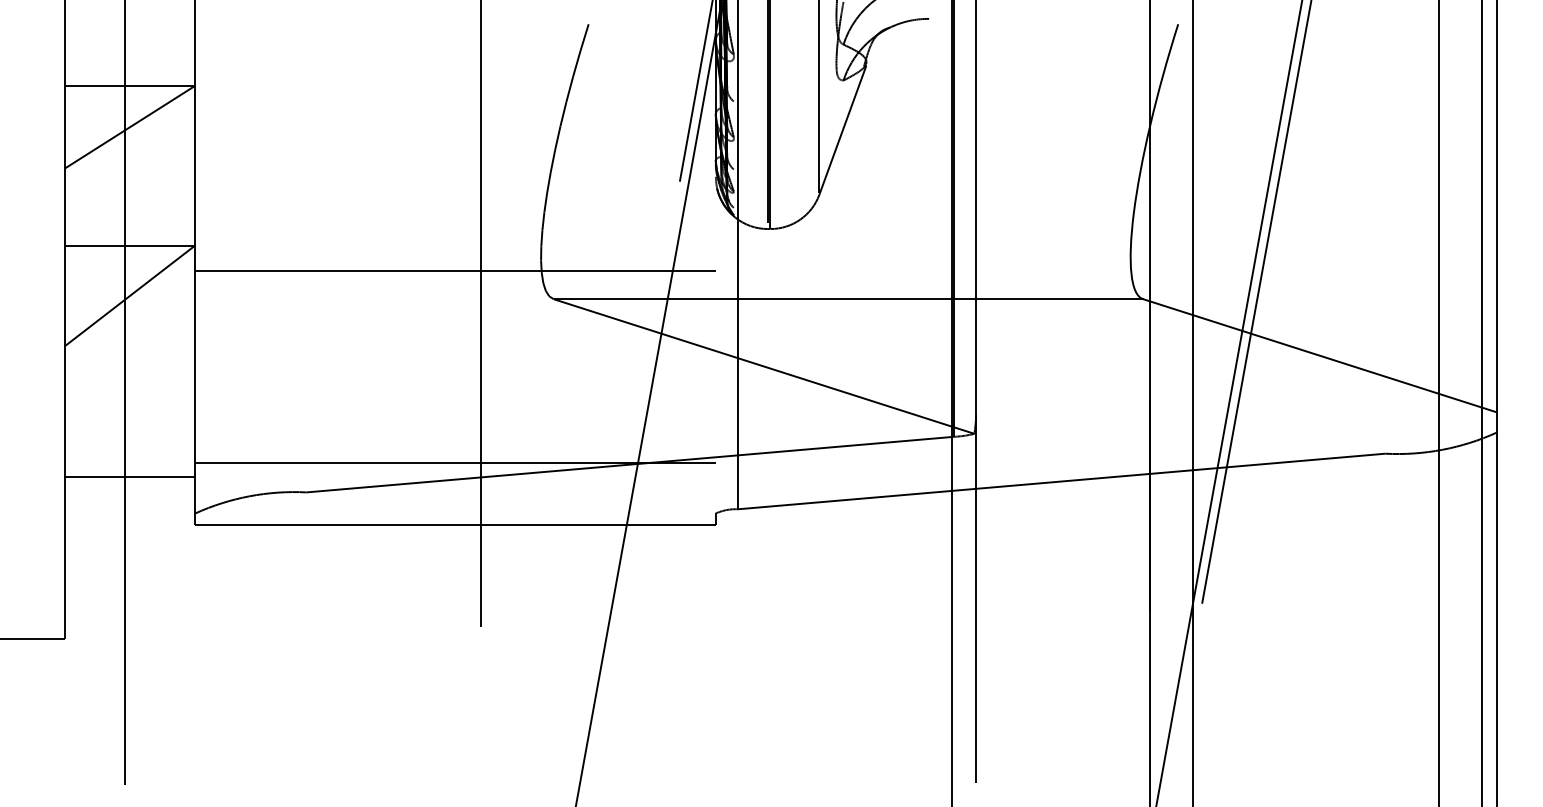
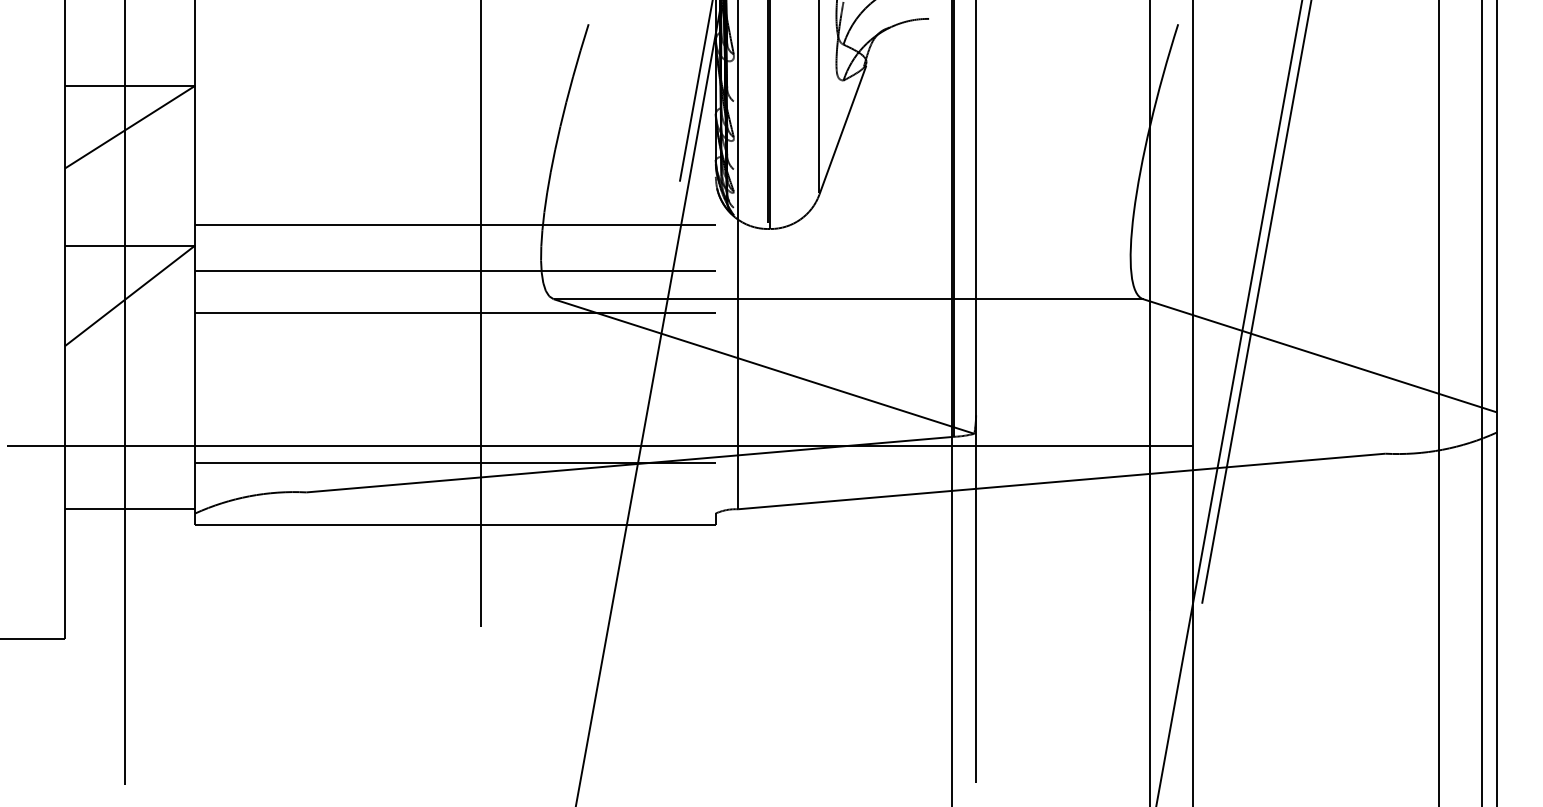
line at (455, 225): none -> present
line at (455, 313): none -> present
line at (599, 446): none -> present
line at (130, 476) position: (130, 476) -> (130, 508)
